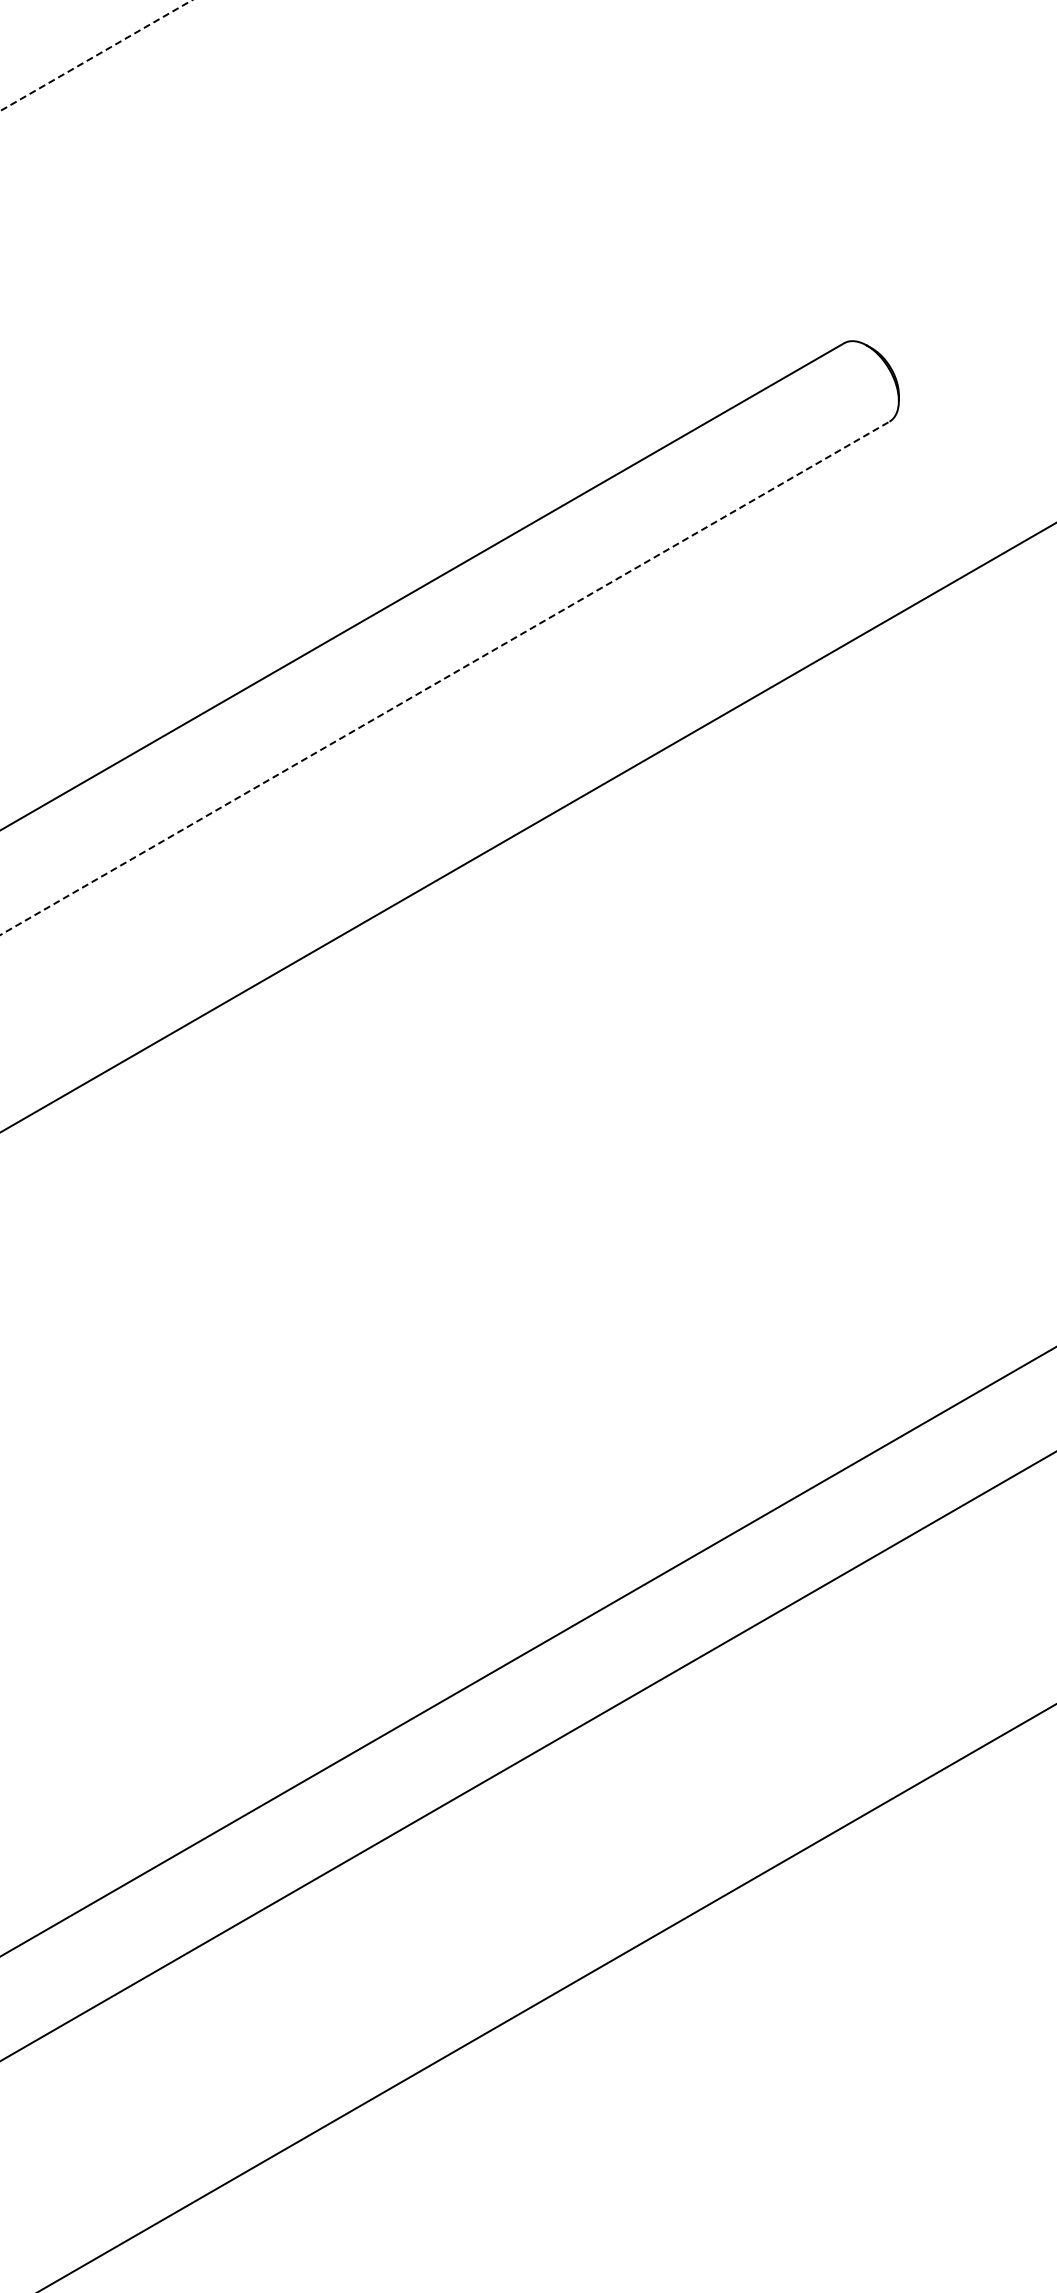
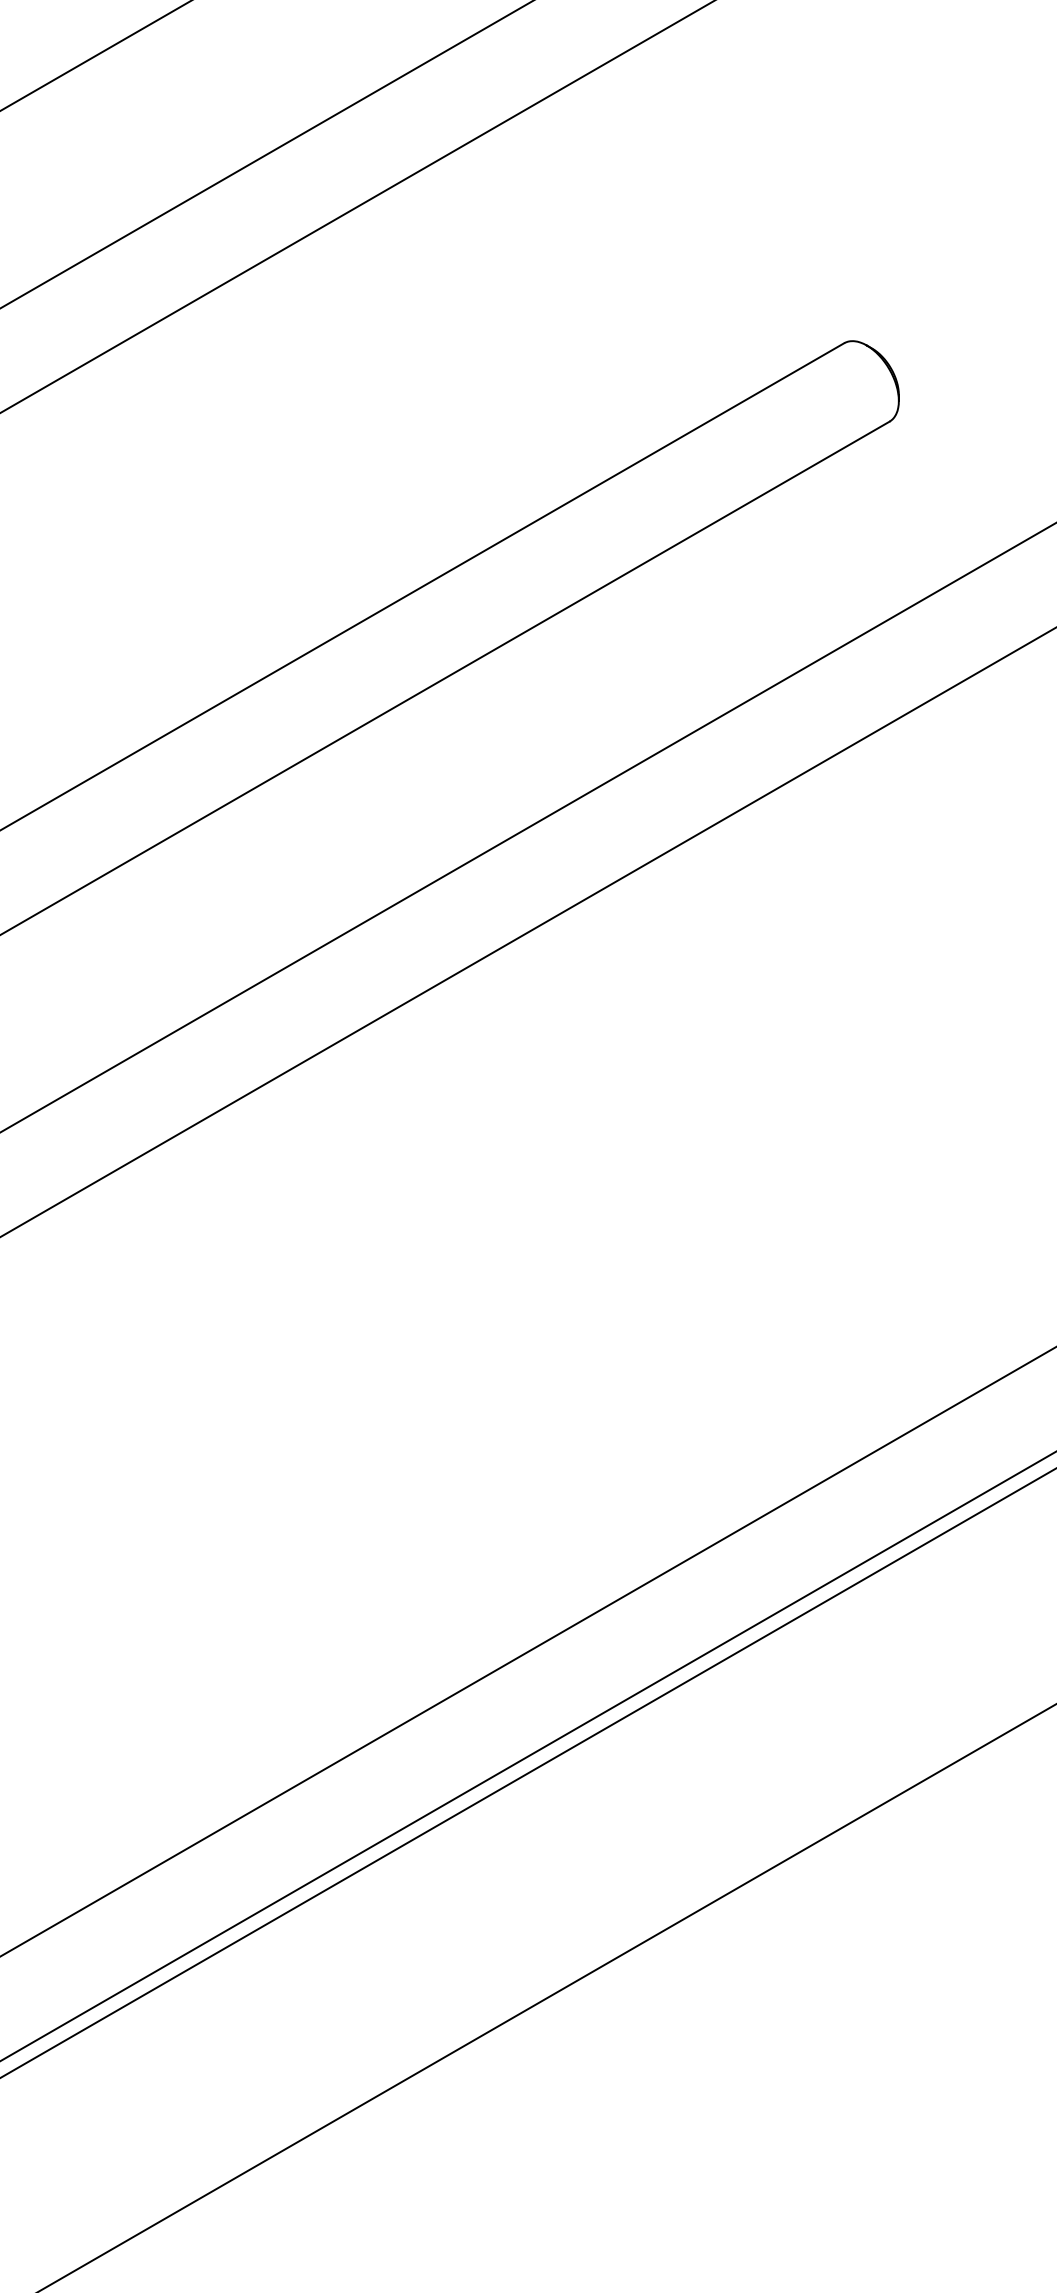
line at (96, 55): dashed -> solid
line at (266, 154): none -> present
line at (356, 206): none -> present
line at (445, 678): dashed -> solid
line at (527, 932): none -> present
line at (527, 1773): none -> present
